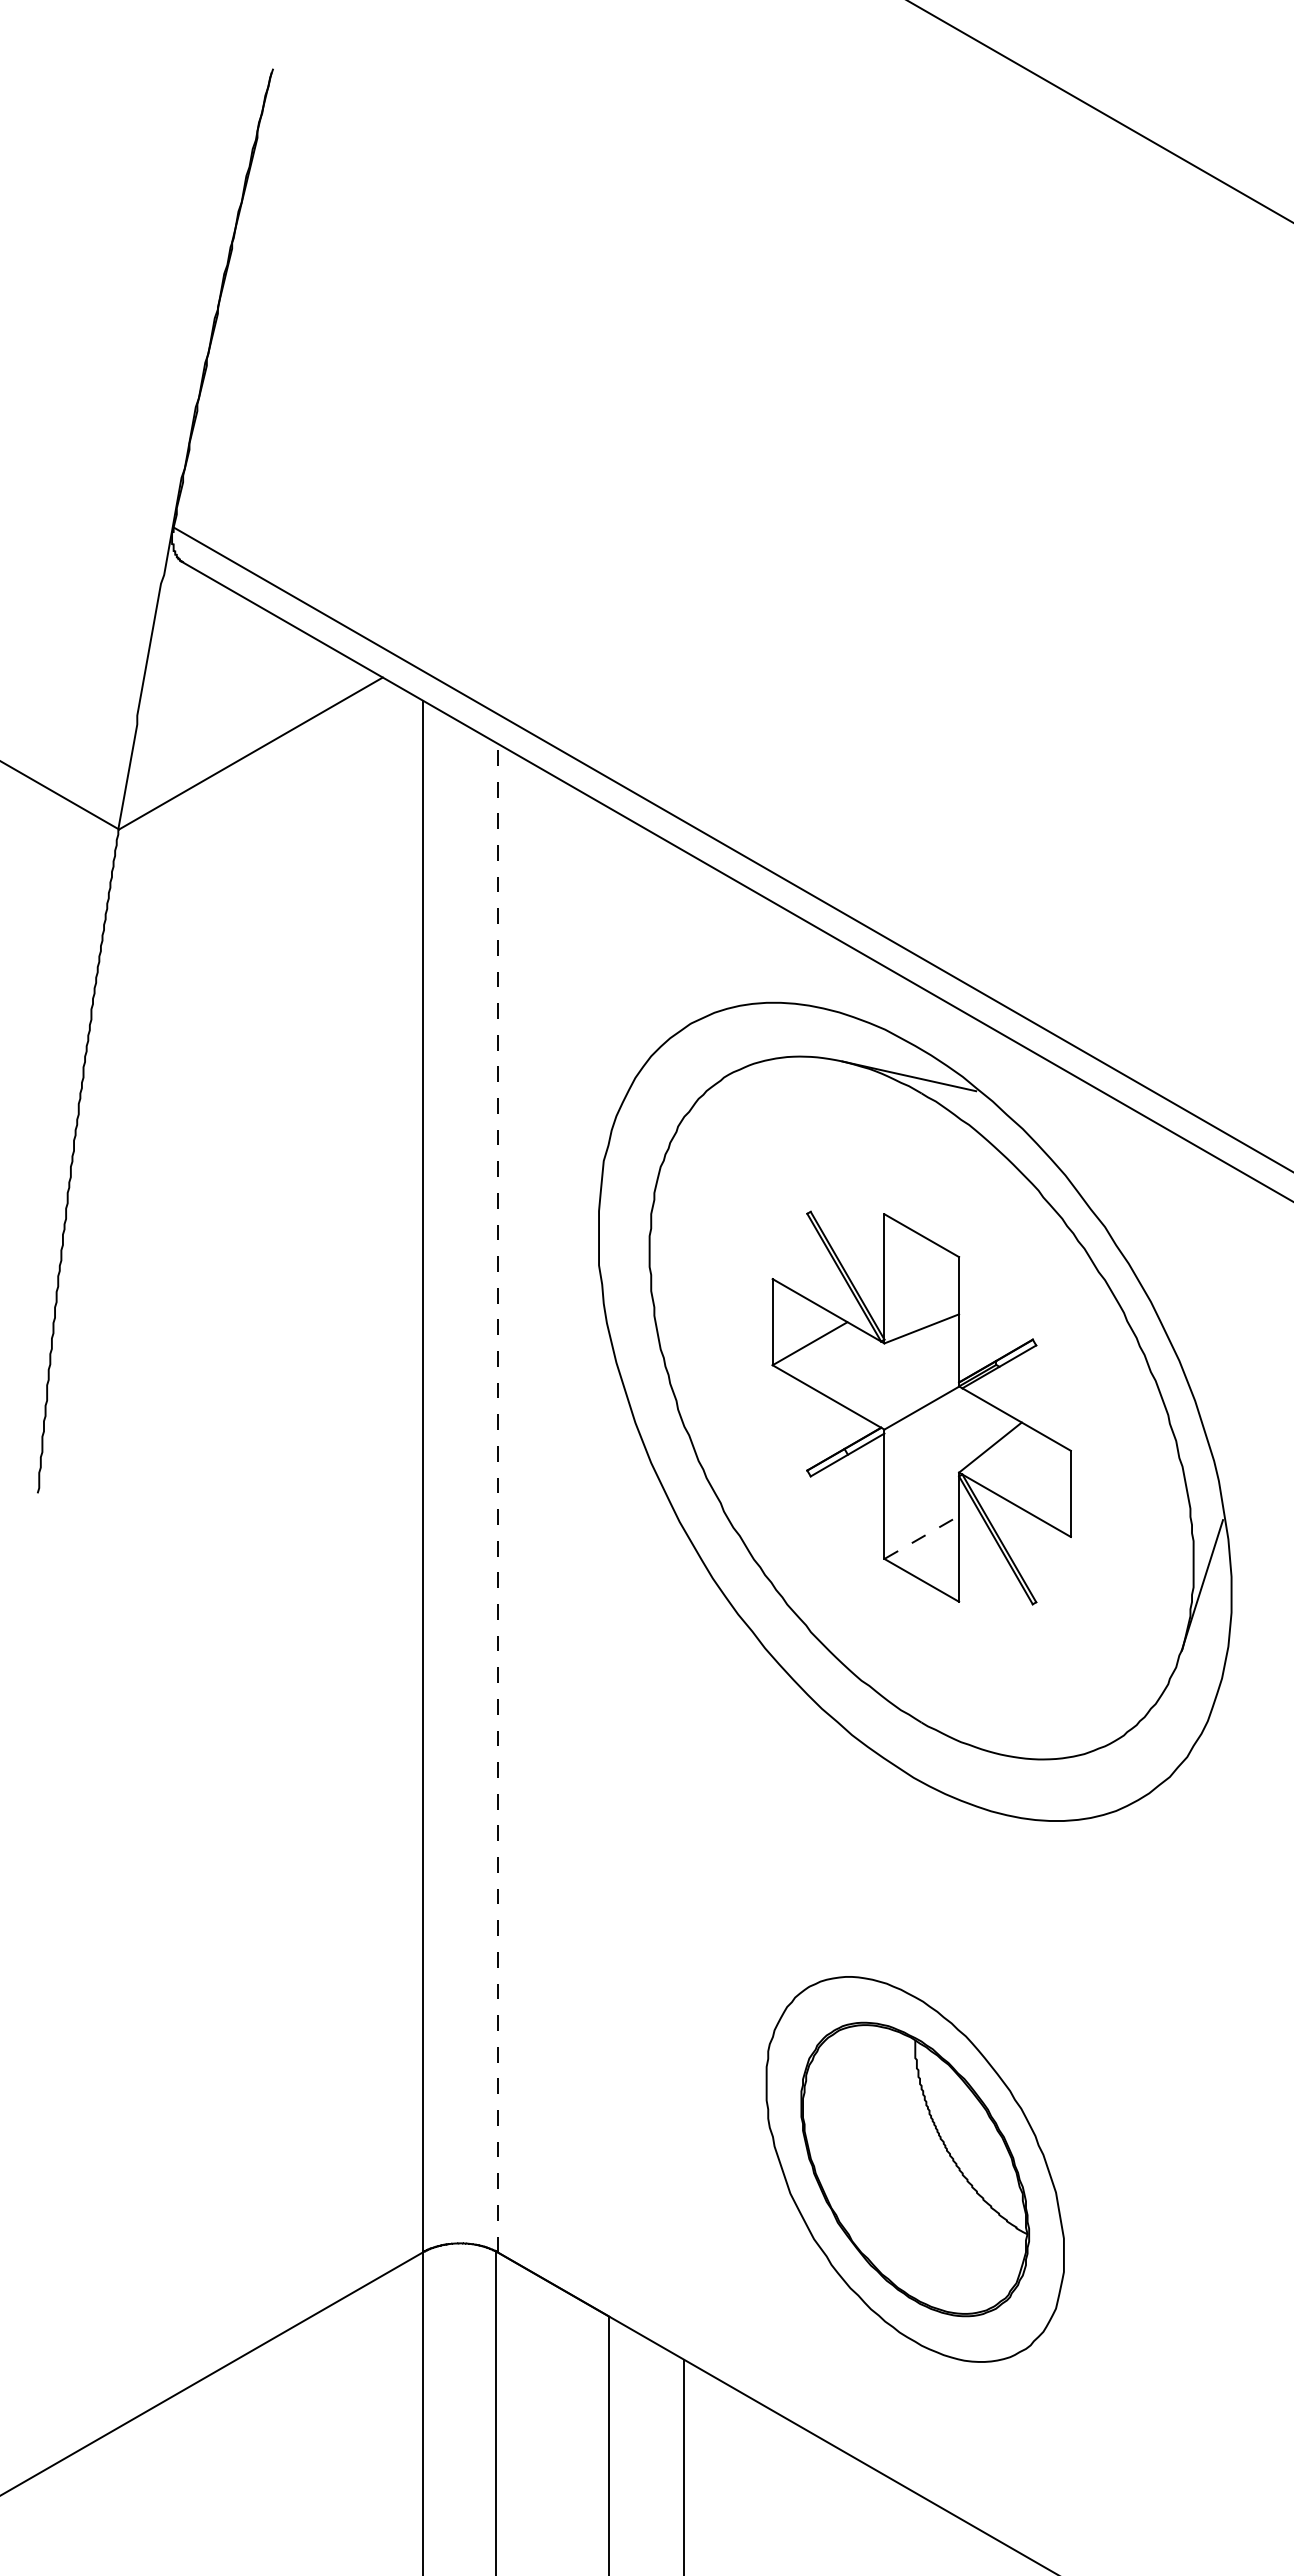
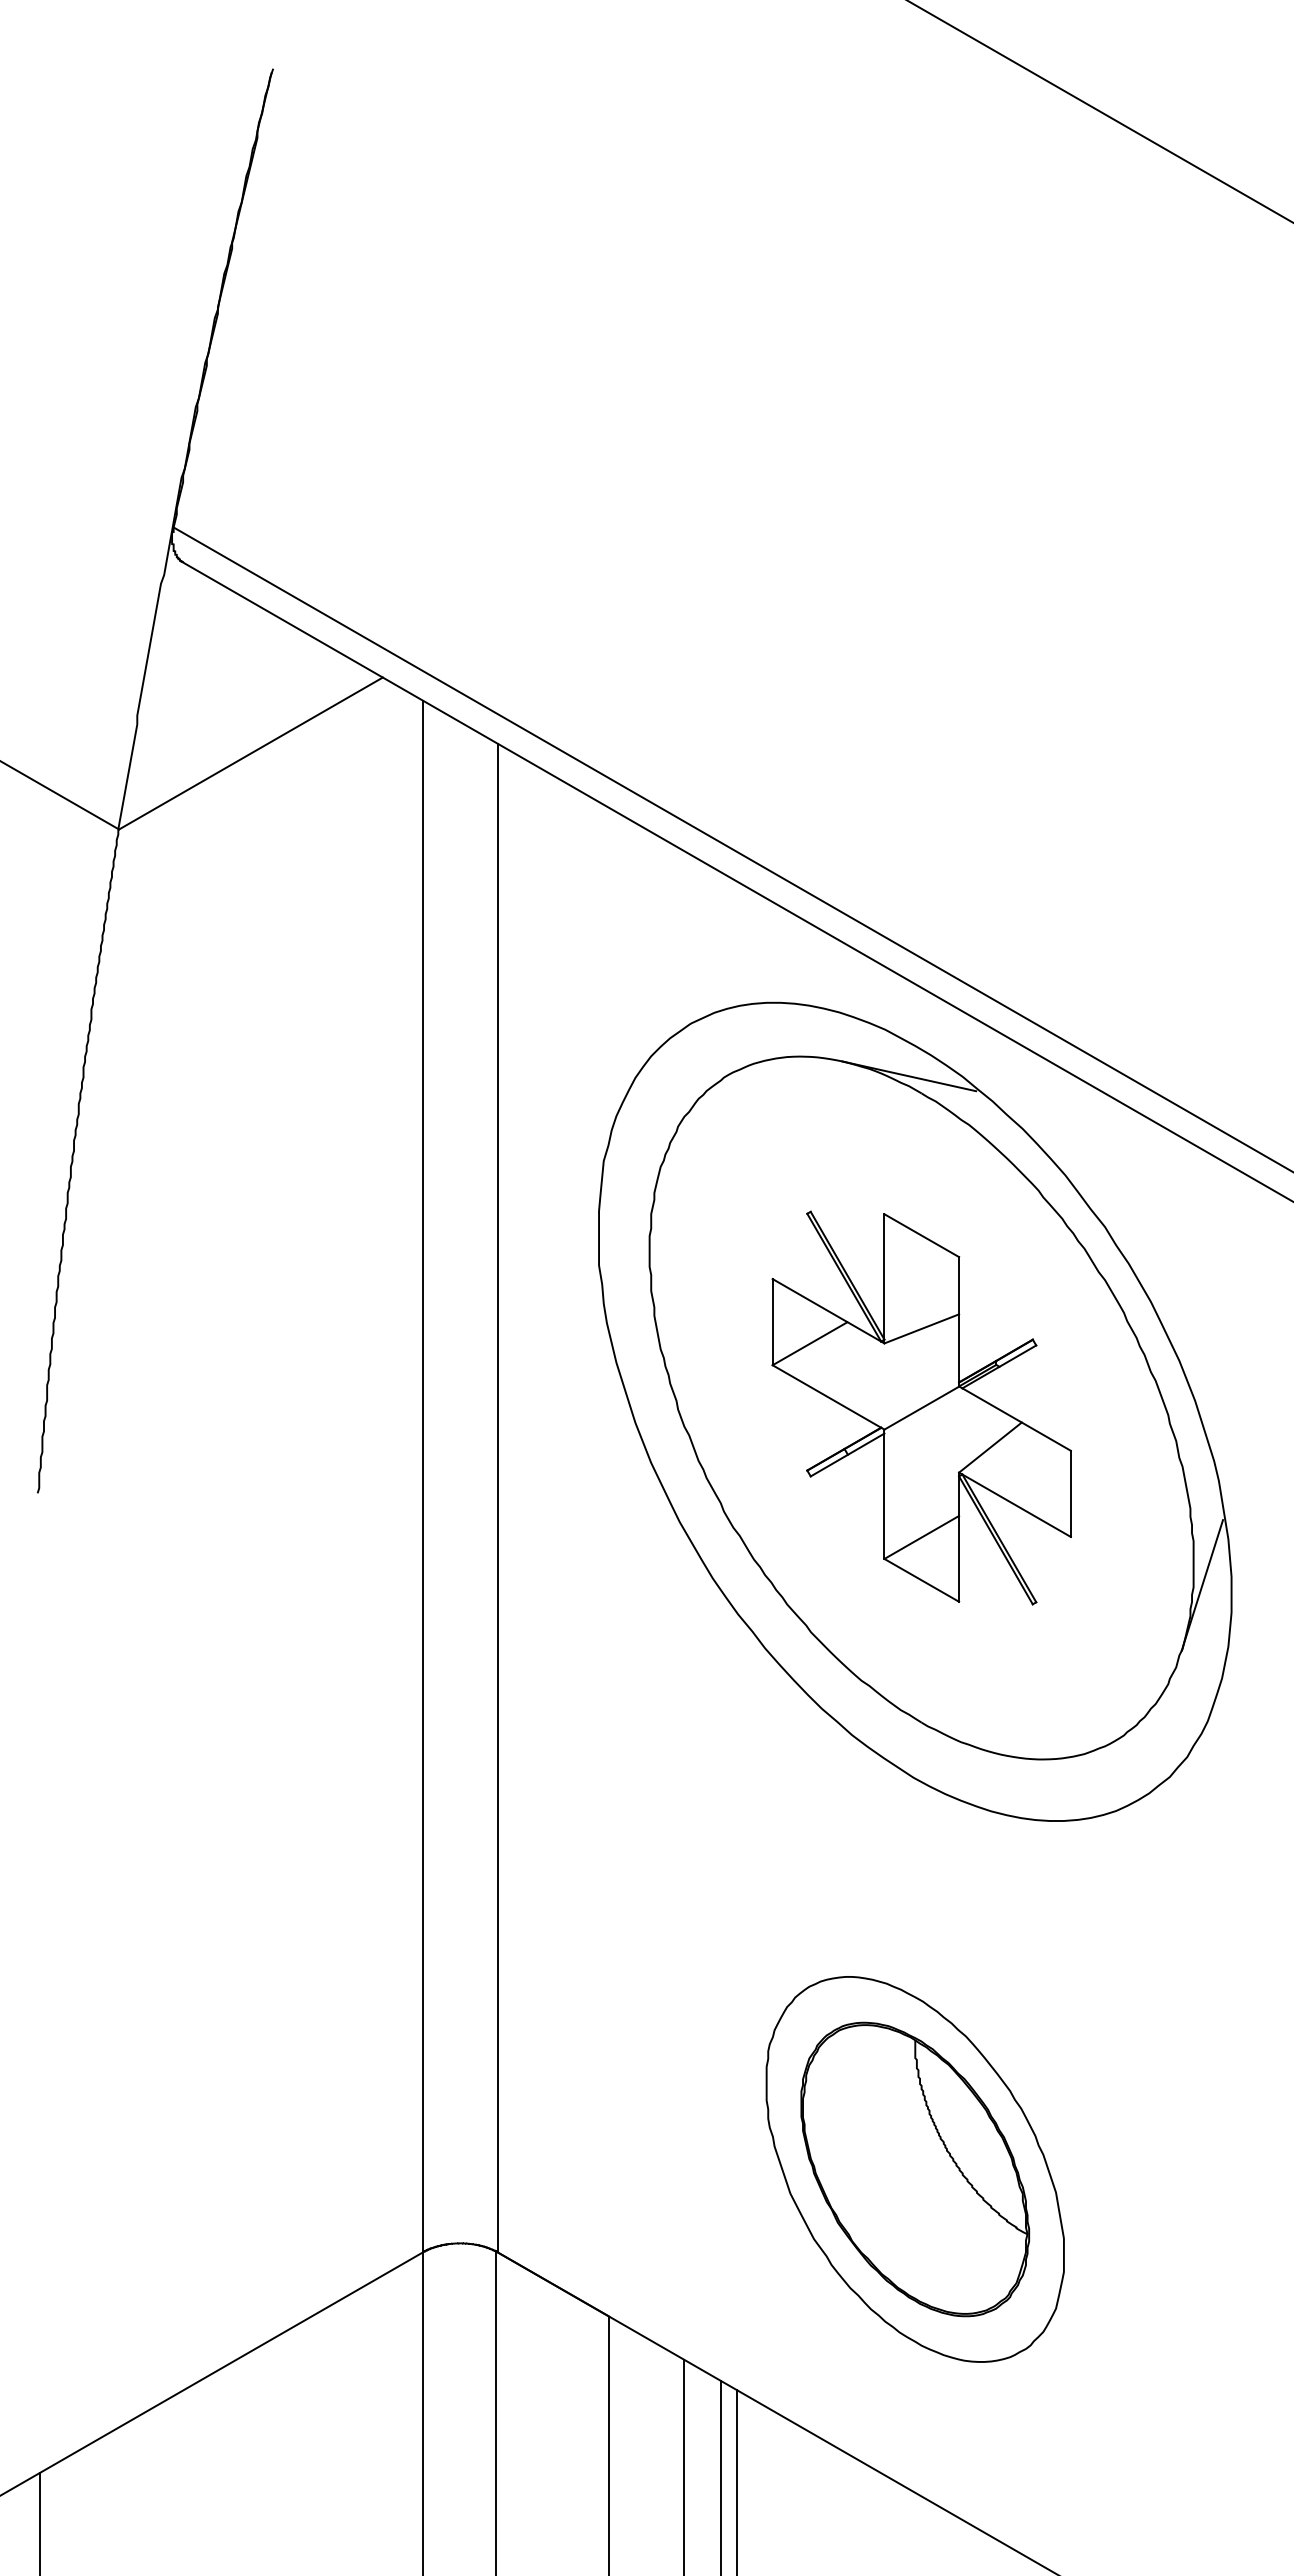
line at (497, 1497): dashed -> solid
line at (922, 1537): dashed -> solid
line at (721, 2476): none -> present
line at (736, 2480): none -> present
line at (39, 2522): none -> present
